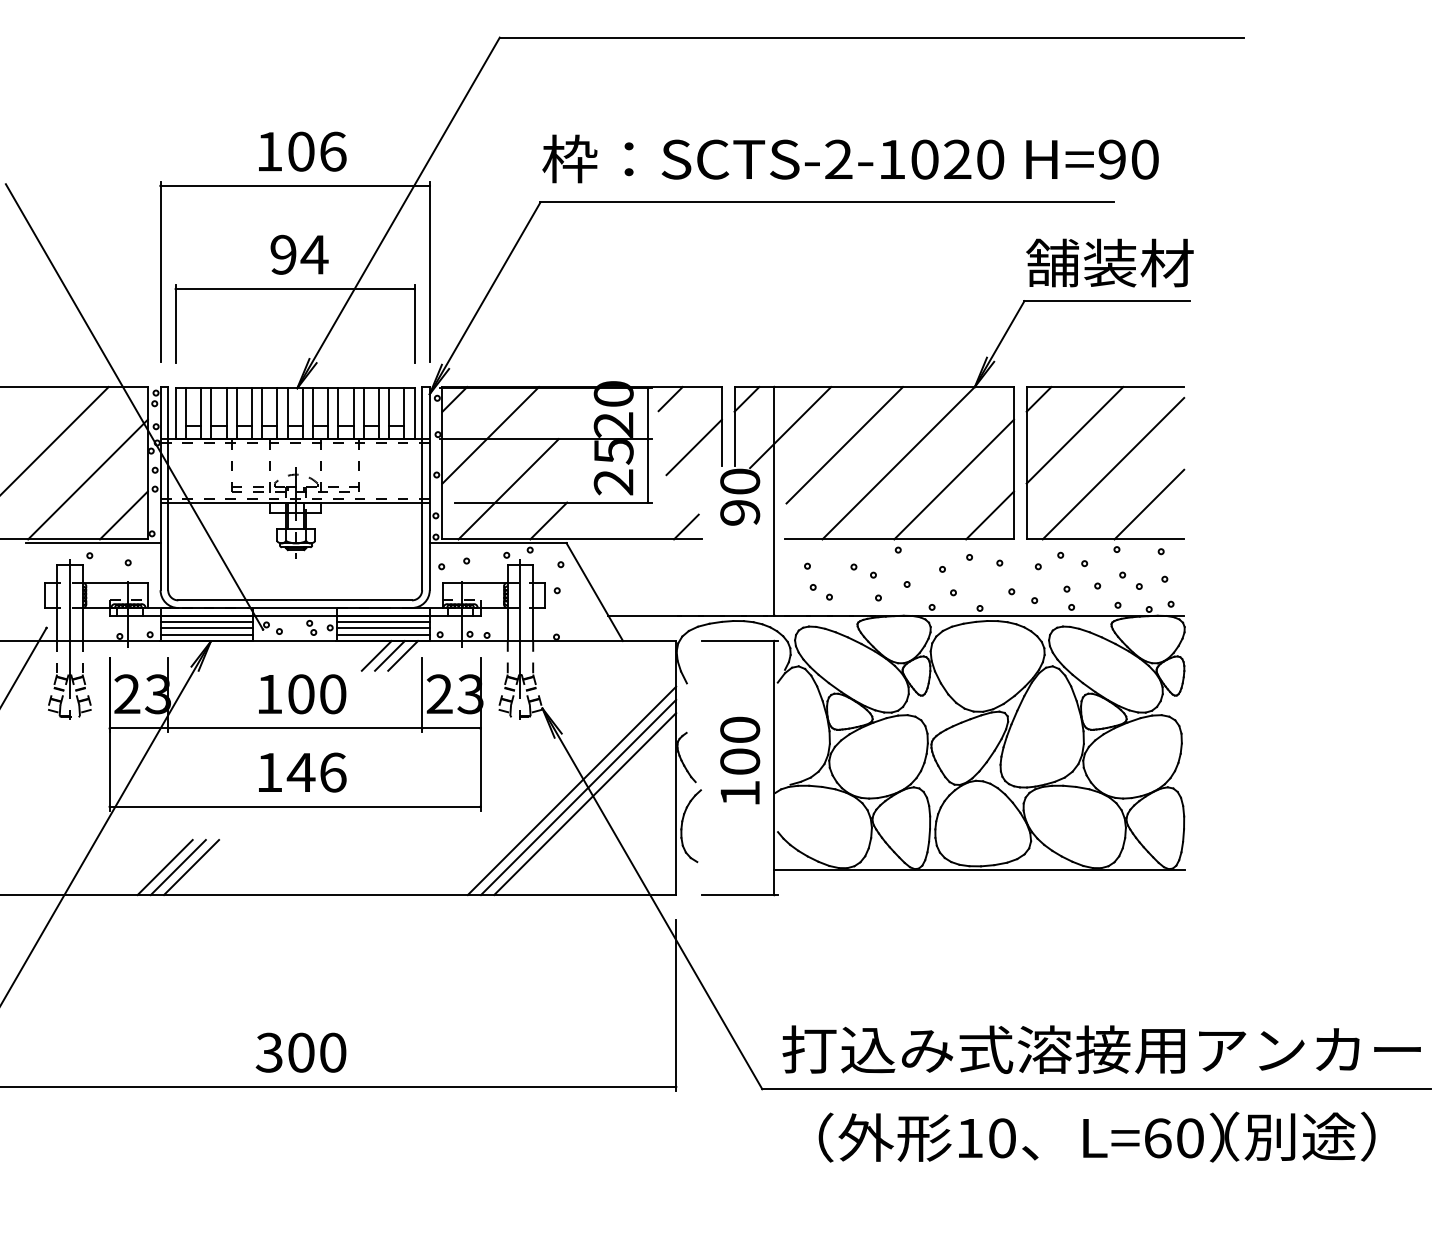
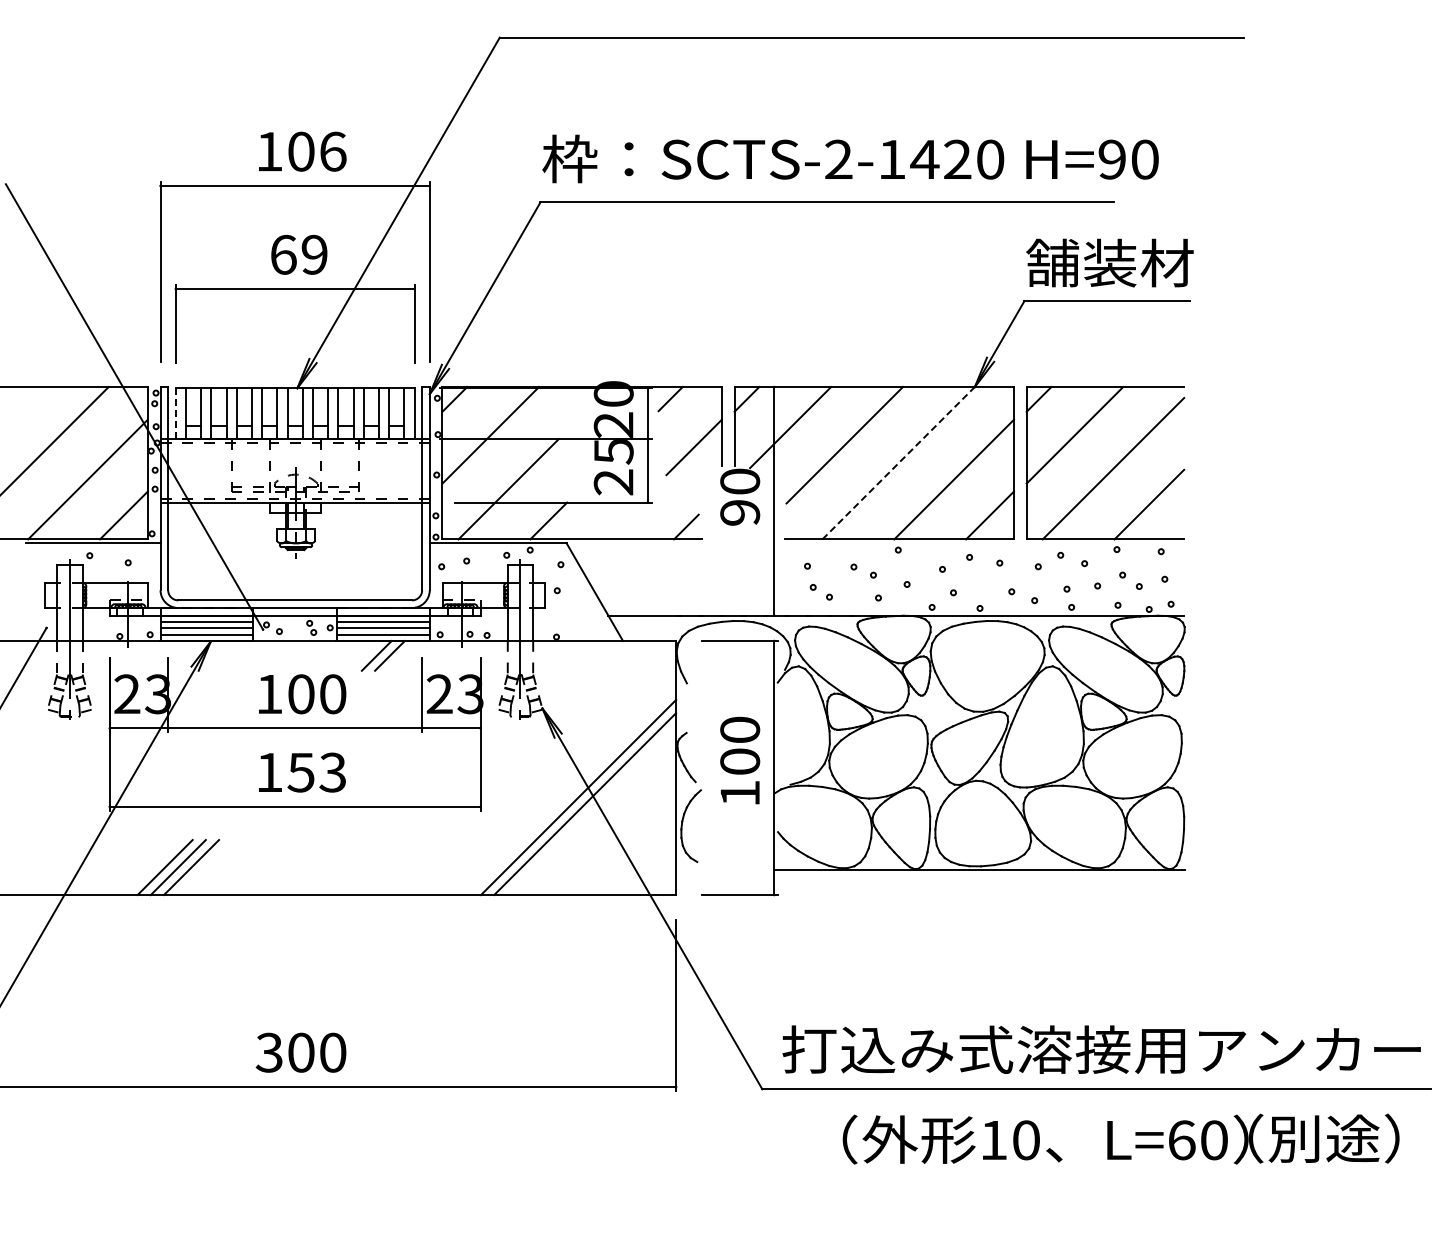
text at (924, 159): SCTS-2-1020 -> SCTS-2-1420
text at (299, 254): 94 -> 69
line at (175, 414): solid -> dashed
line at (898, 463): solid -> dashed
line at (403, 655): present -> none
text at (316, 772): 146 -> 153
line at (571, 790): present -> none
text at (1096, 1136) position: (1096, 1136) -> (1120, 1138)
